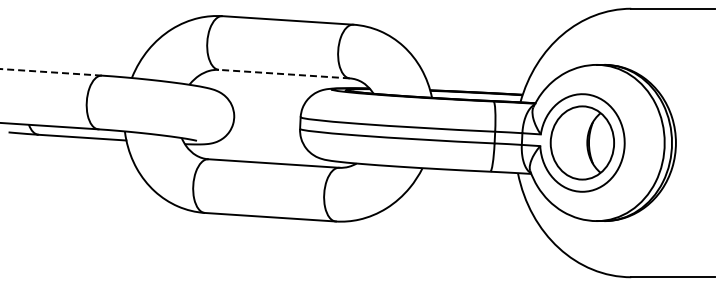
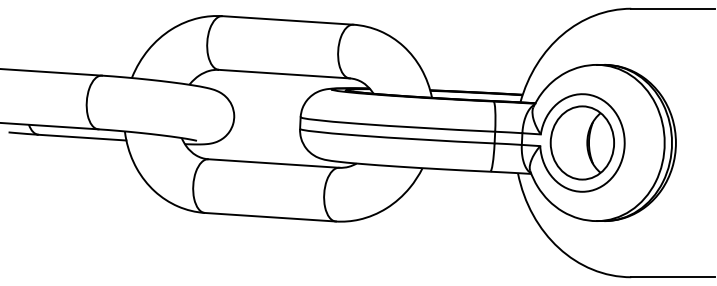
line at (51, 72): dashed -> solid
line at (284, 74): dashed -> solid
